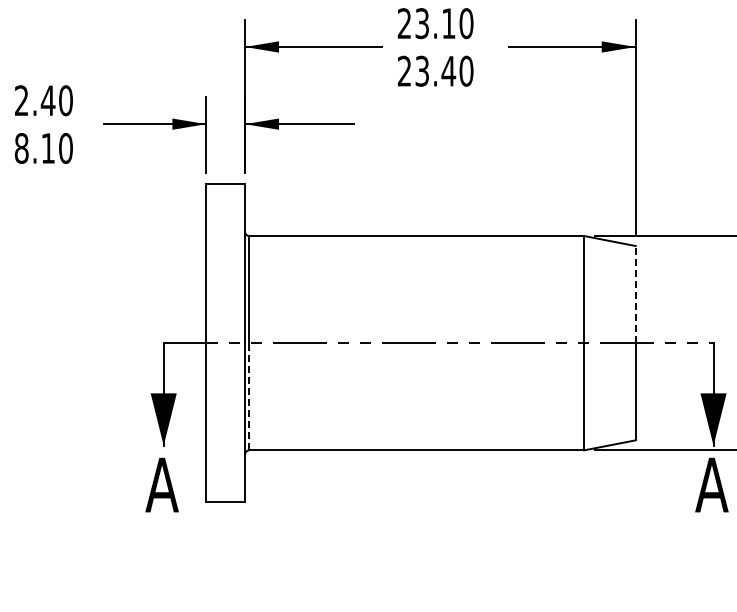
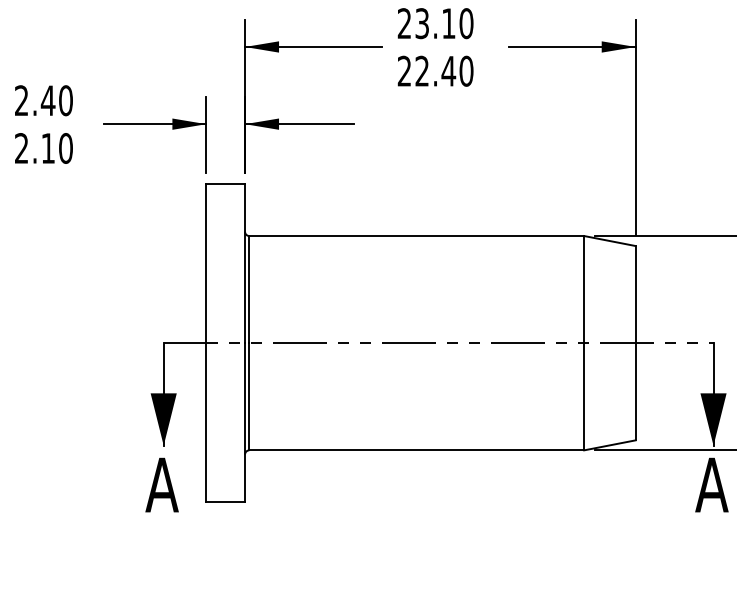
text at (421, 71): 23.40 -> 22.40
text at (21, 148): 8.10 -> 2.10
line at (635, 294): dashed -> solid
line at (249, 396): dashed -> solid
